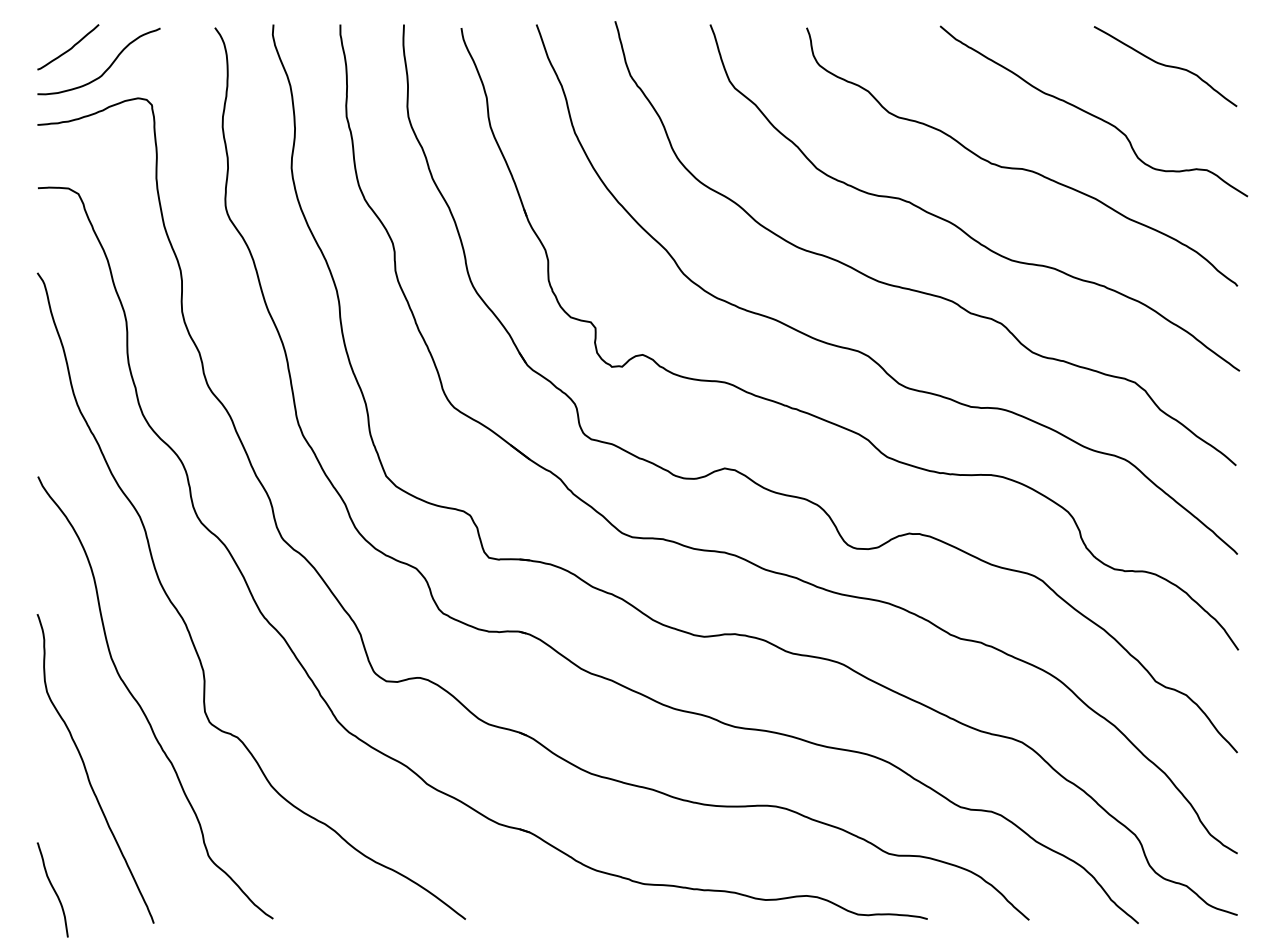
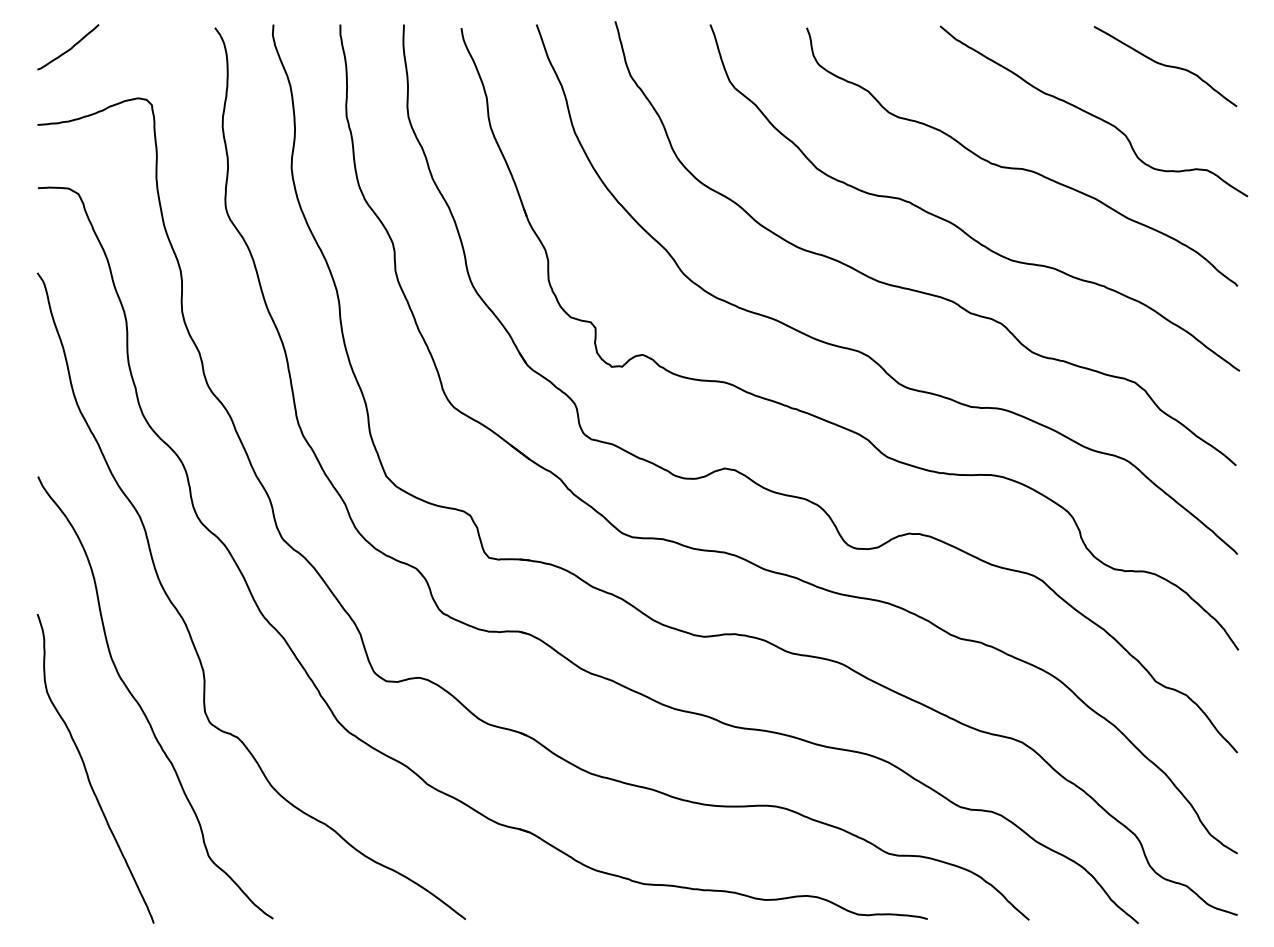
curve at (106, 69): present -> none
curve at (52, 889): present -> none
